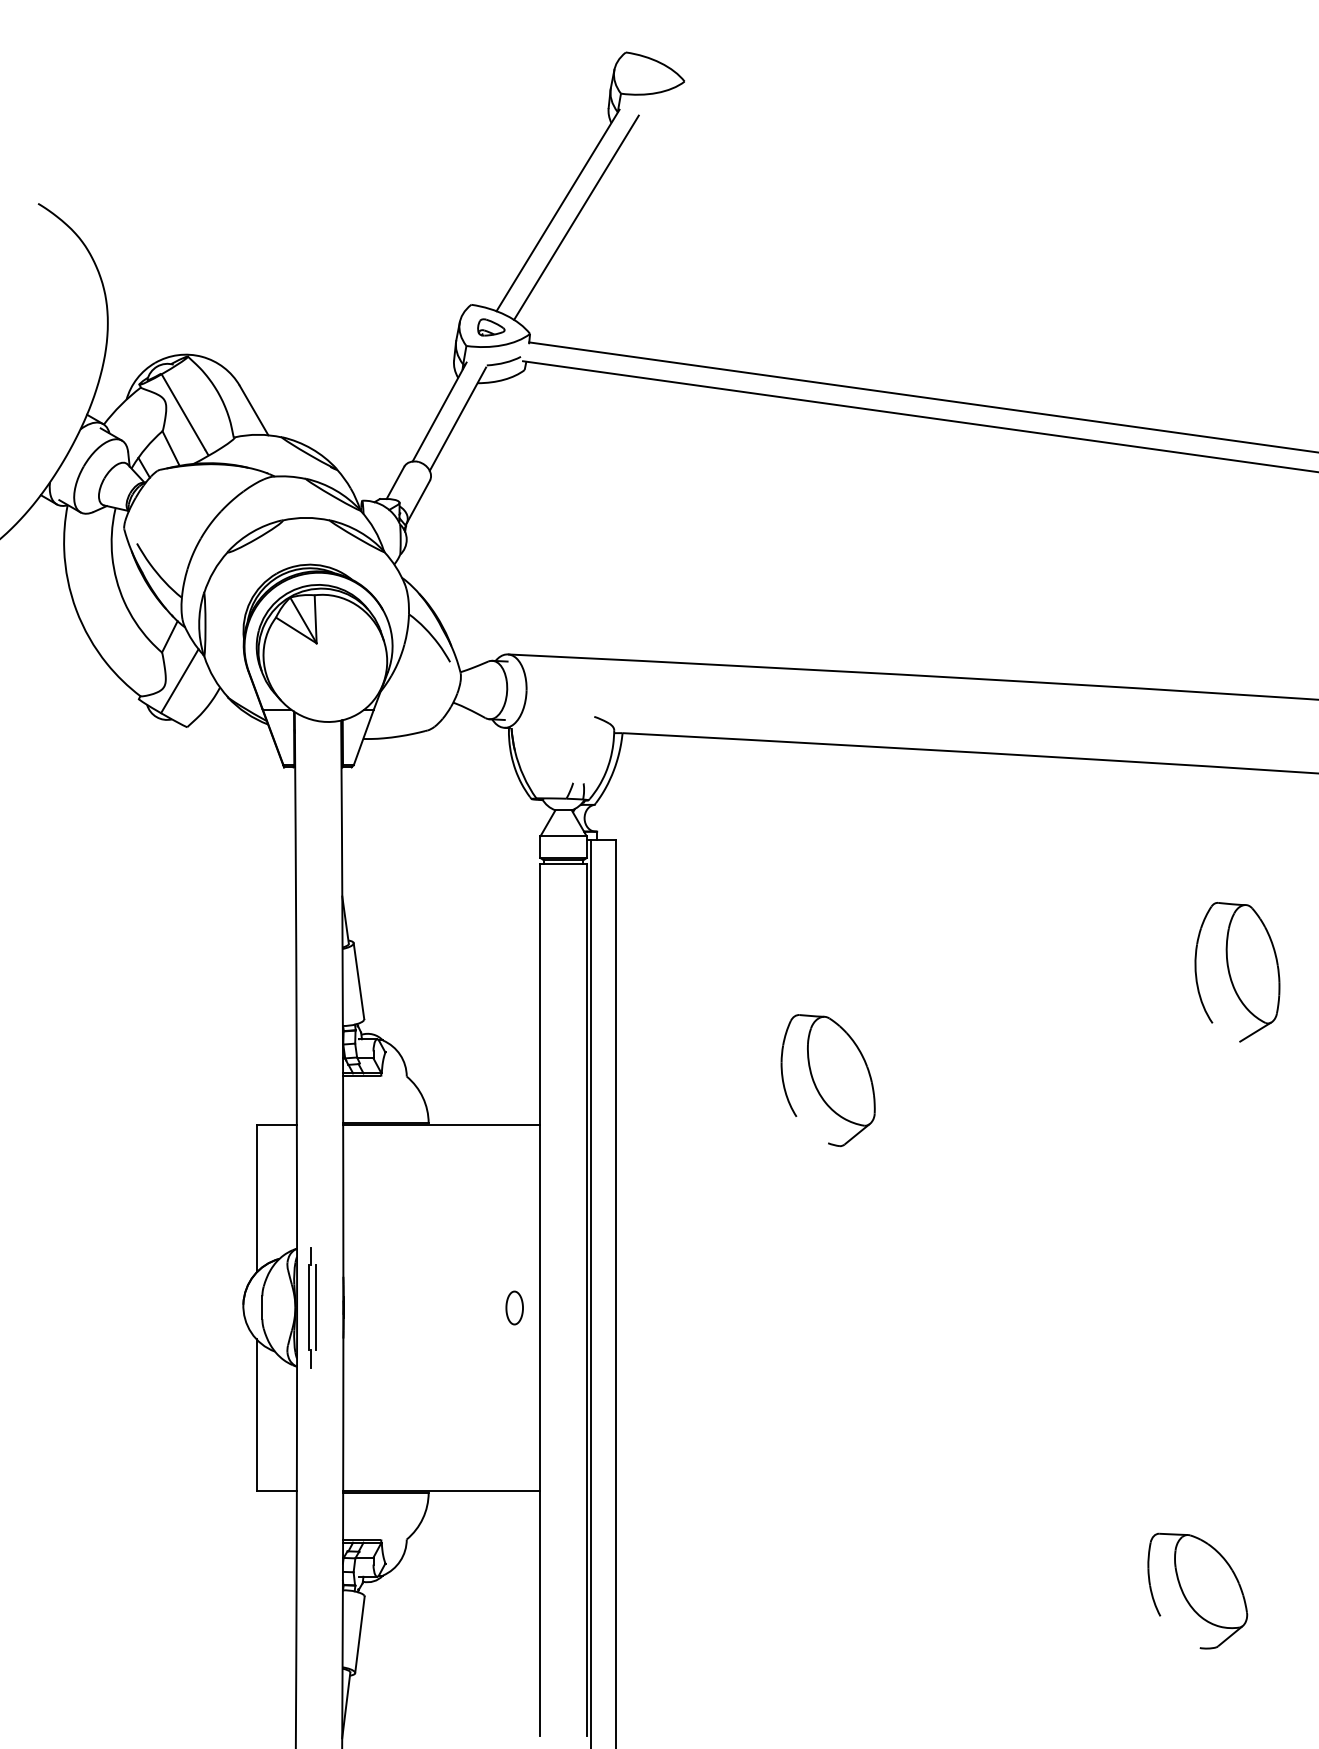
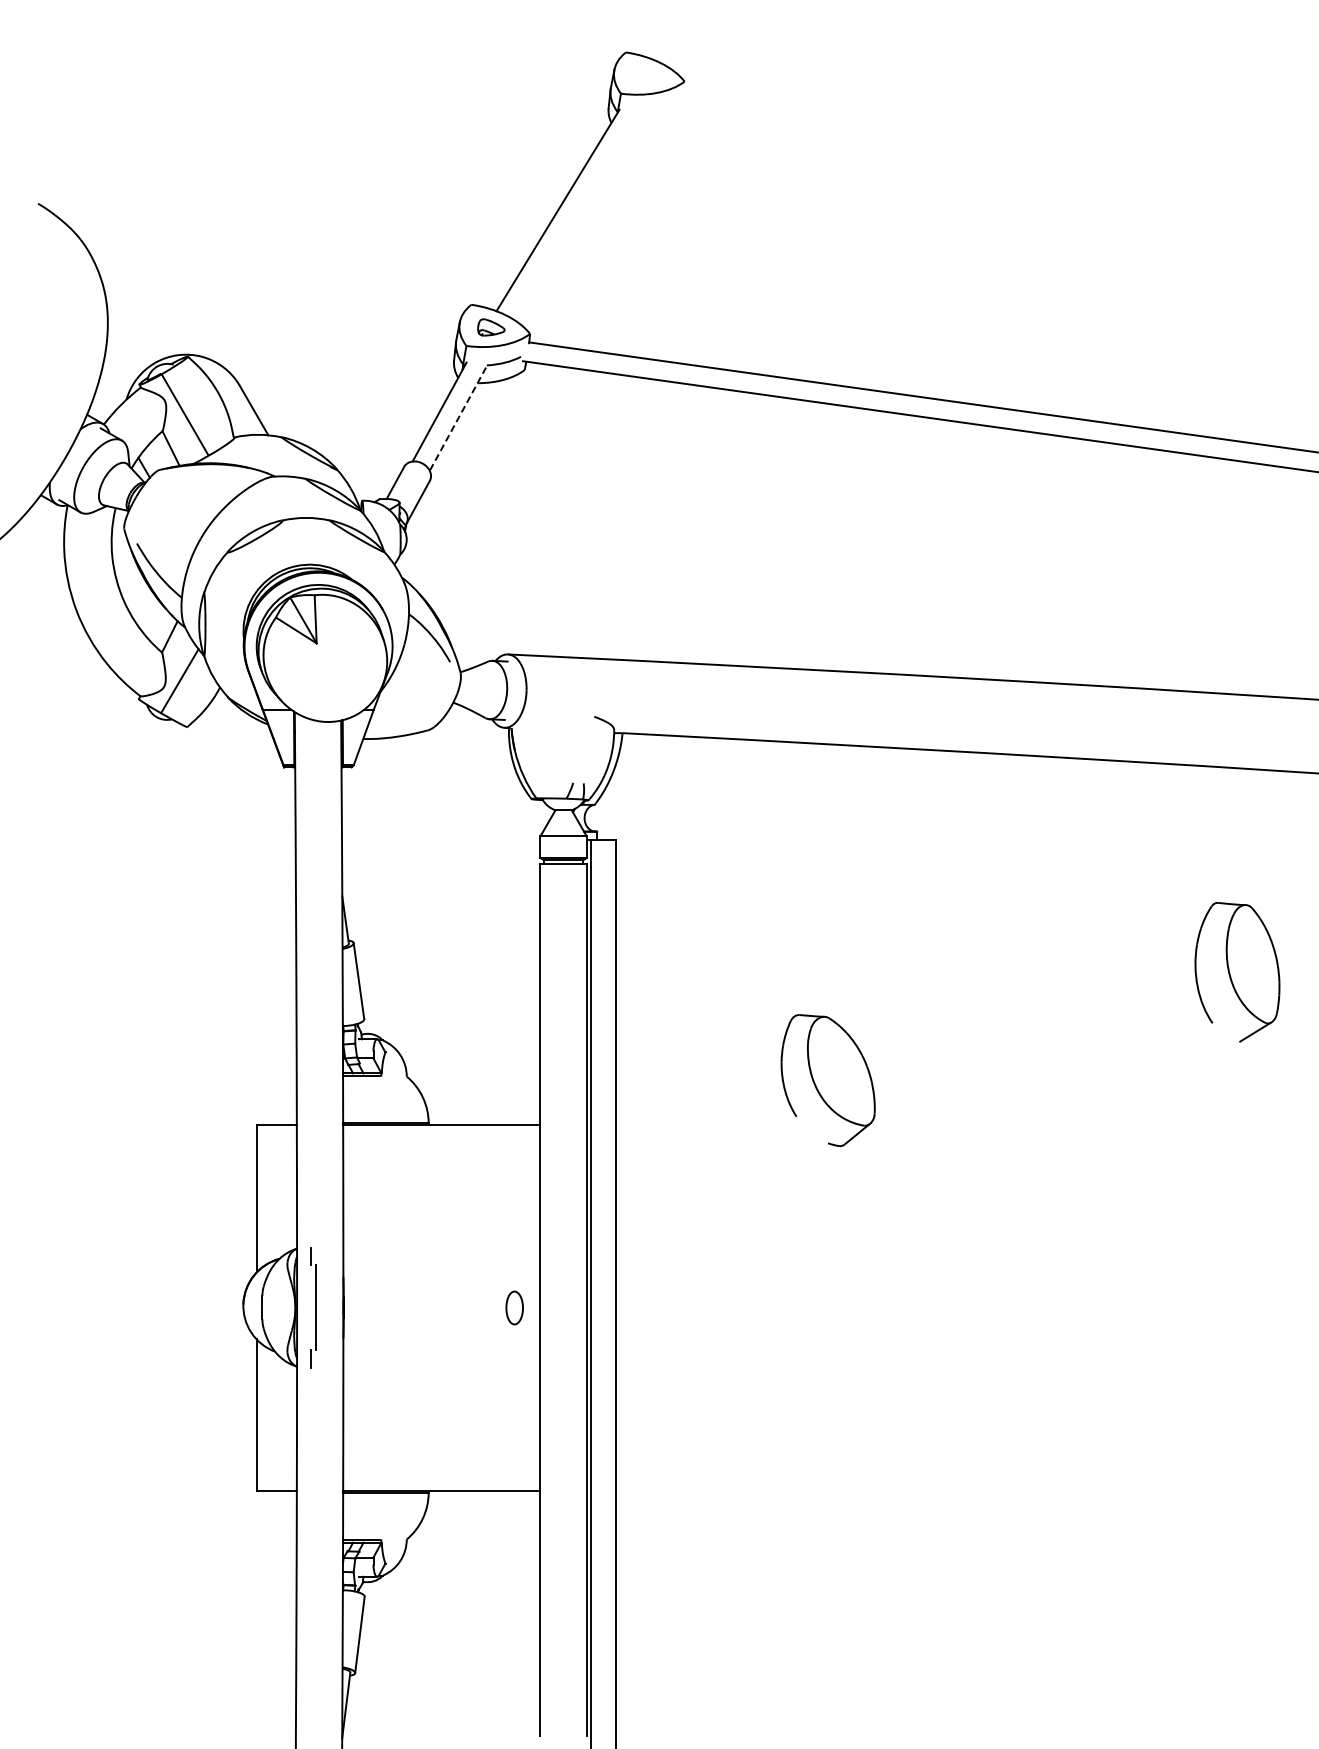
line at (576, 217): present -> none
line at (457, 419): solid -> dashed
line at (308, 1307): present -> none
part at (1197, 1590): present -> none
